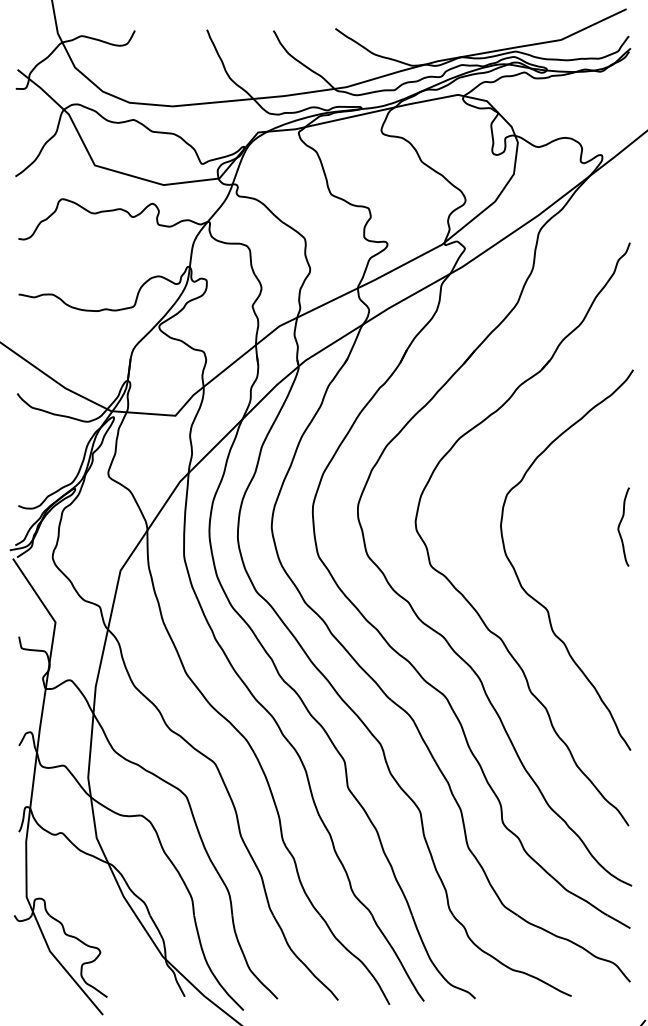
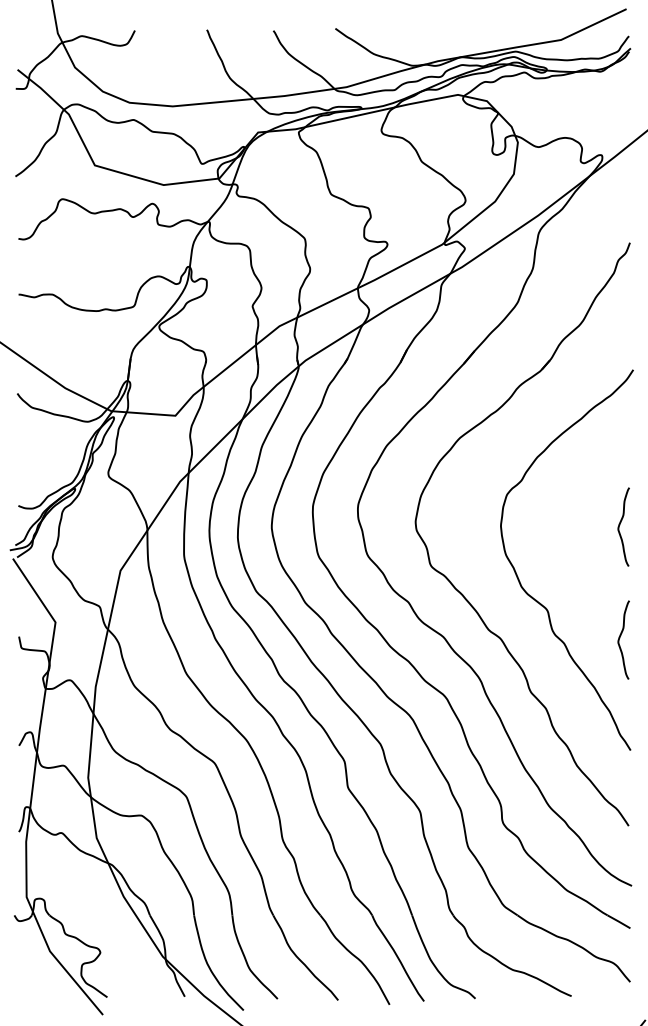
curve at (620, 638): none -> present
